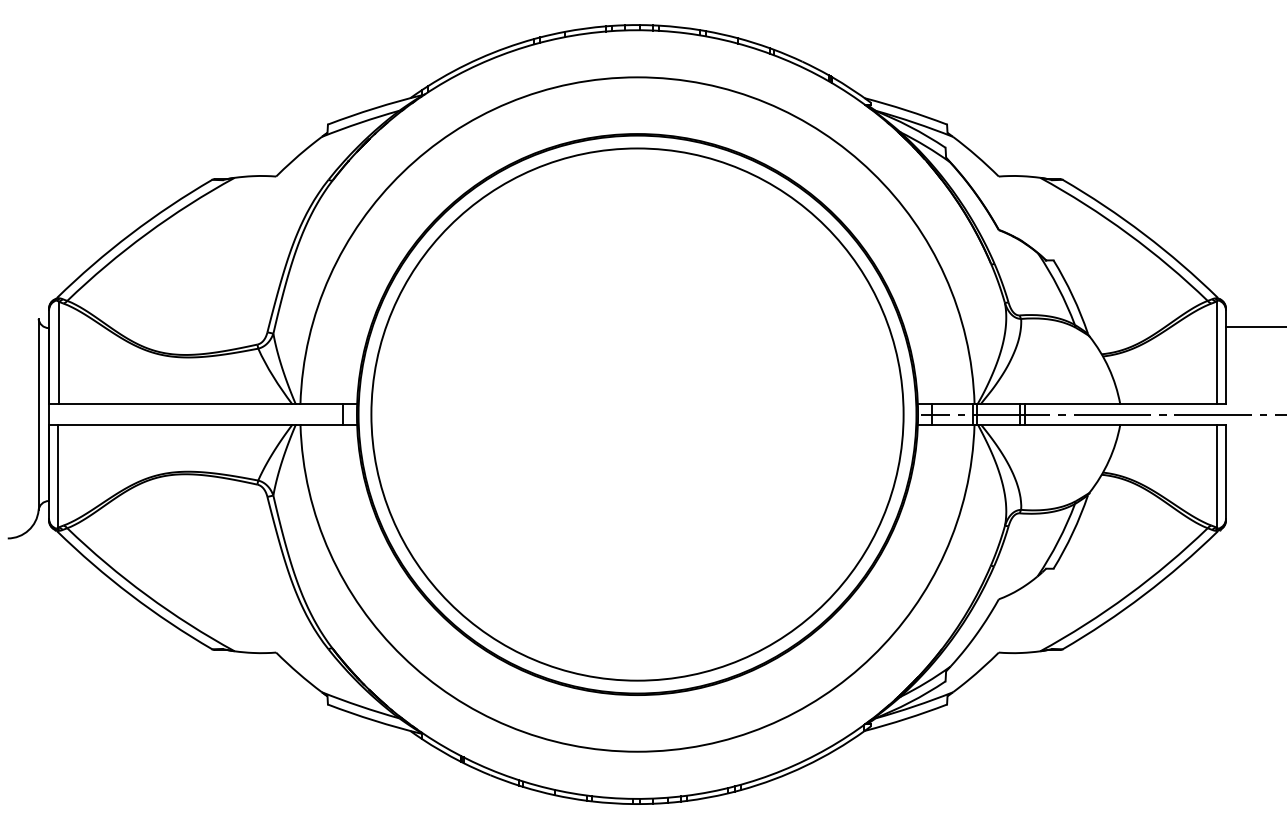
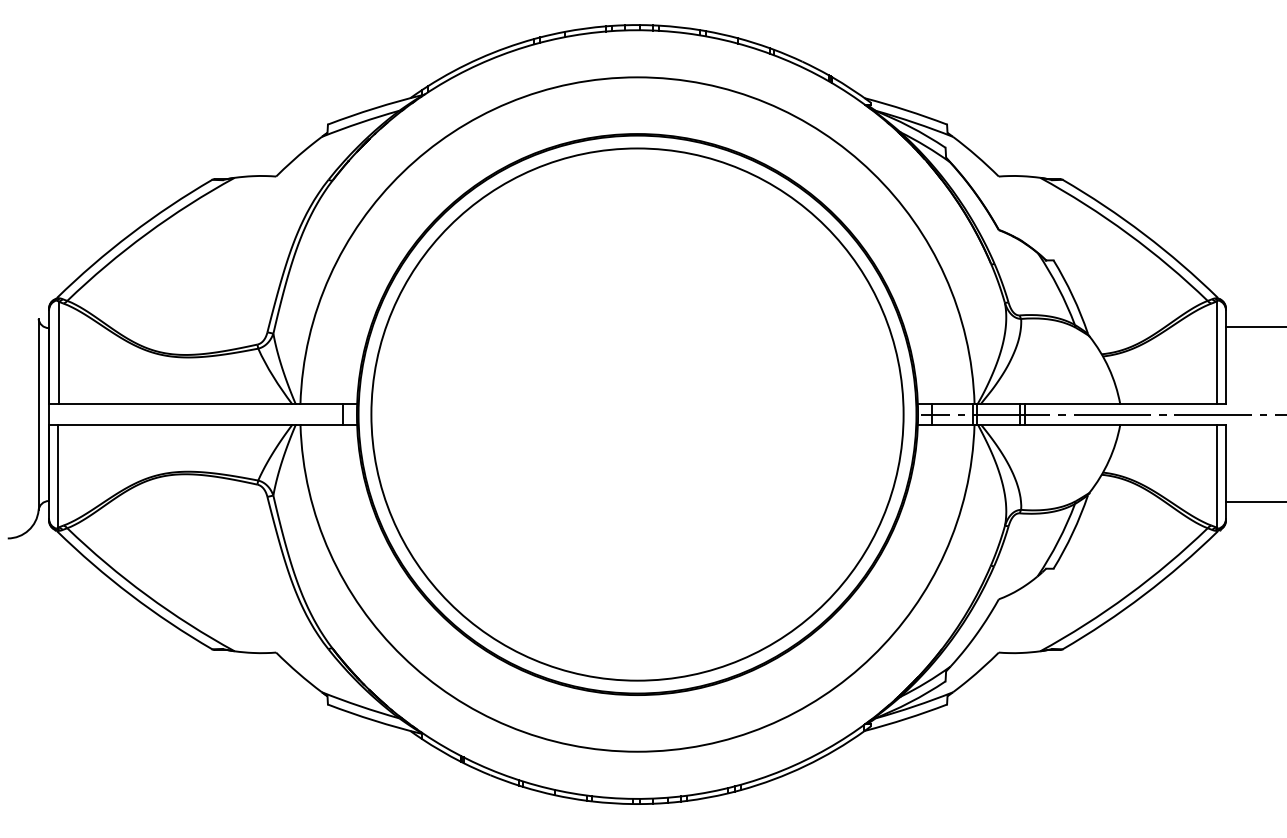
line at (1254, 502): none -> present
